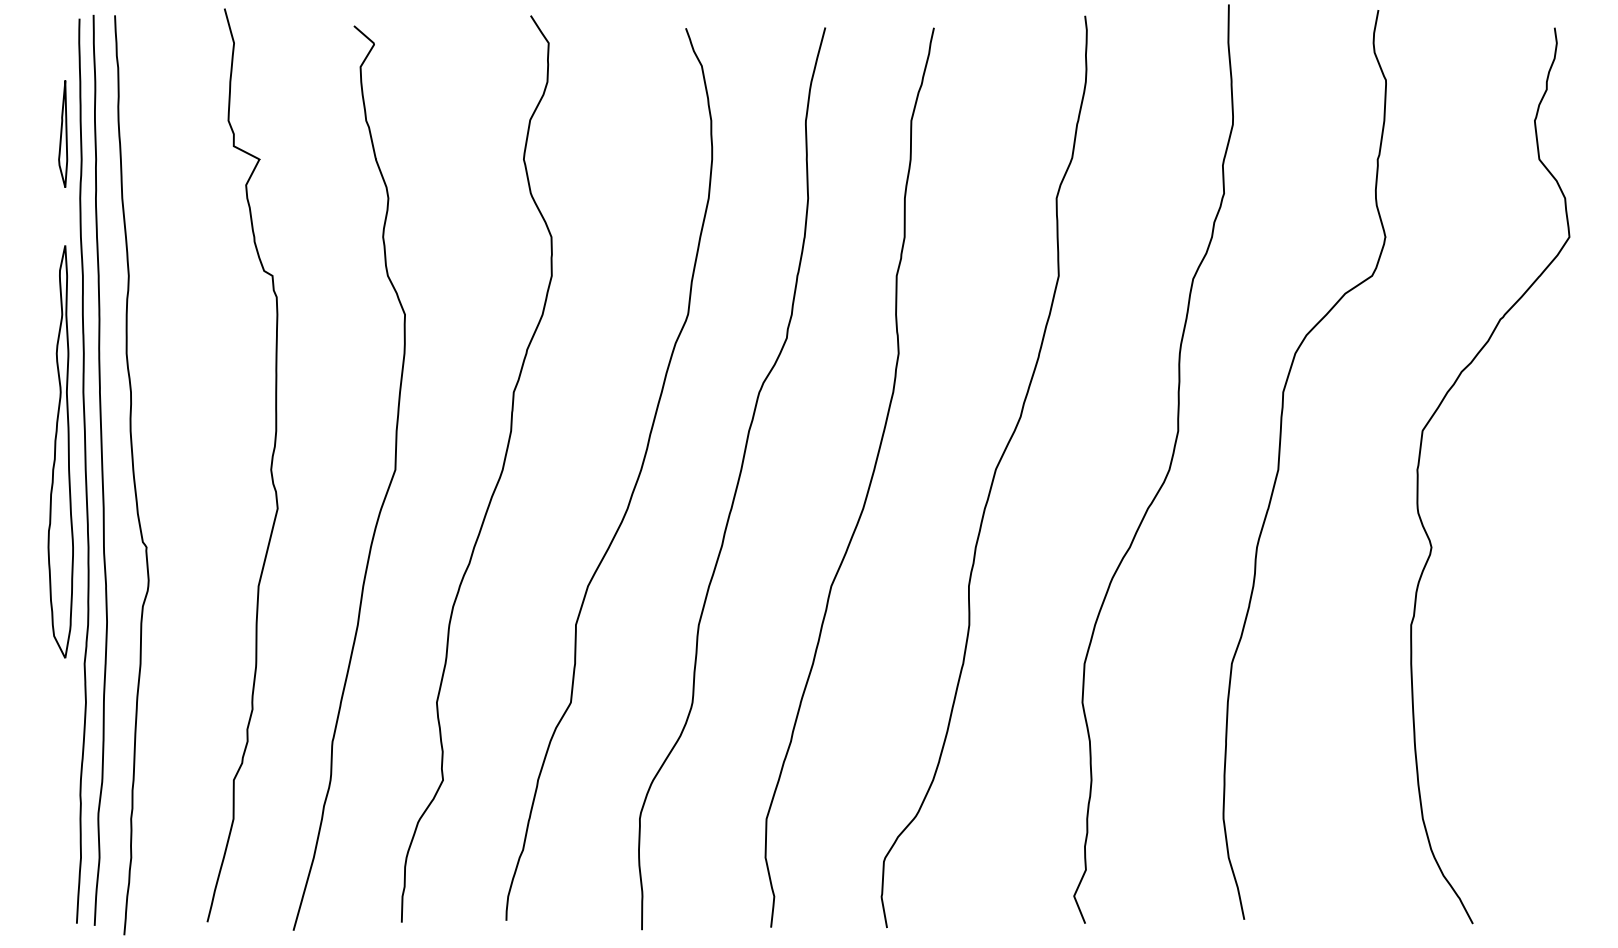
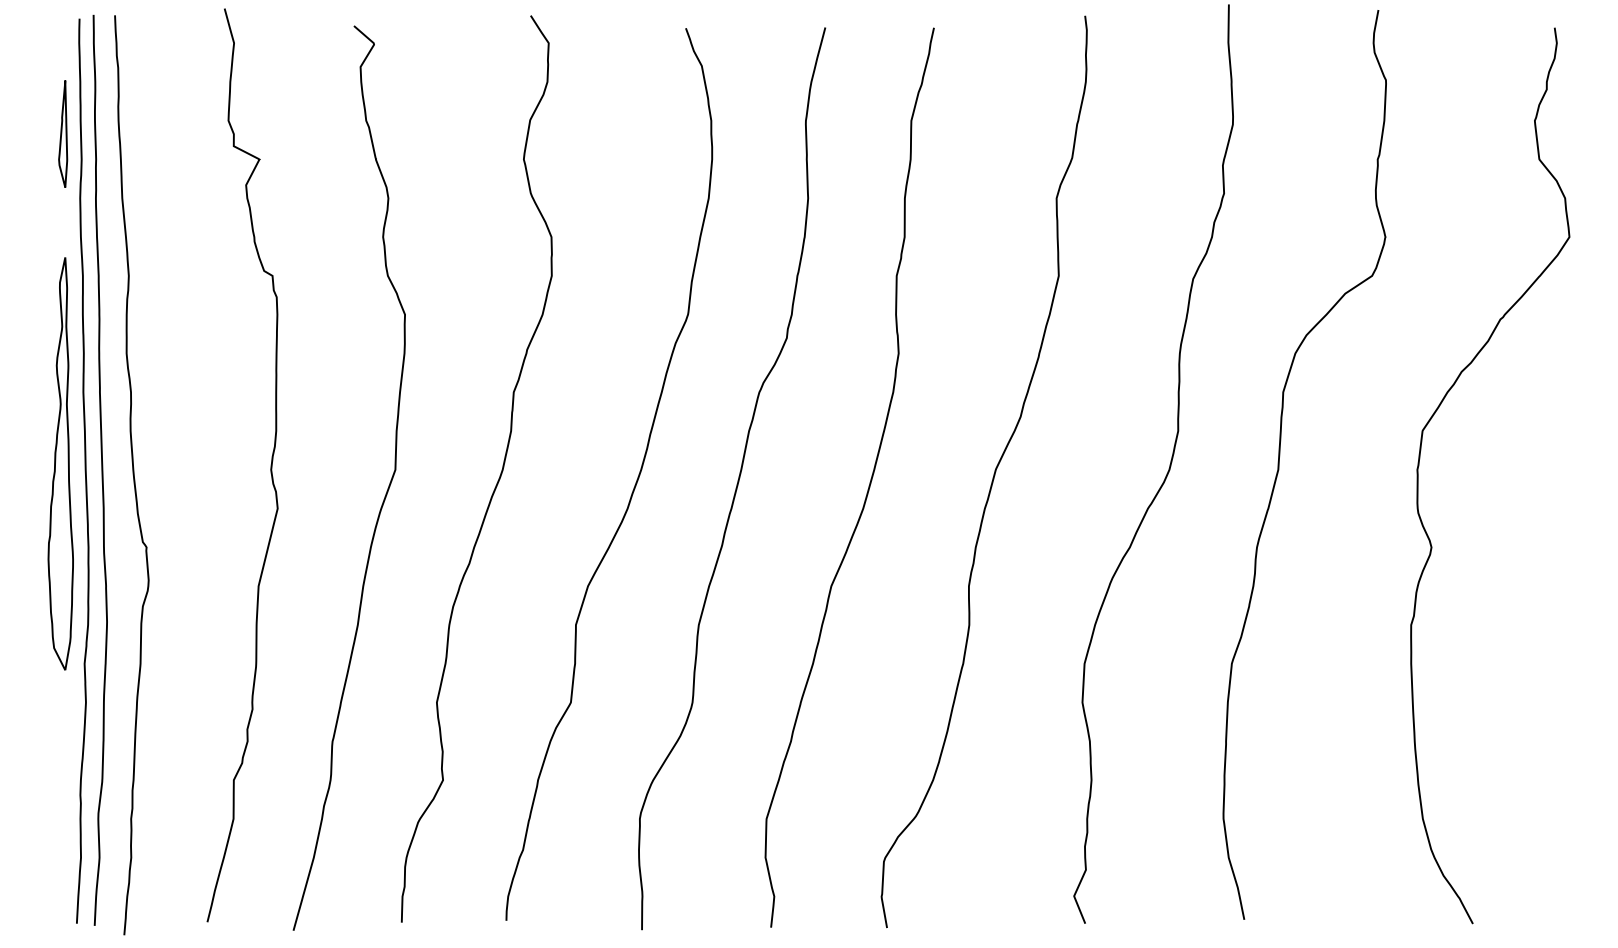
part at (60, 451) position: (60, 451) -> (60, 463)
